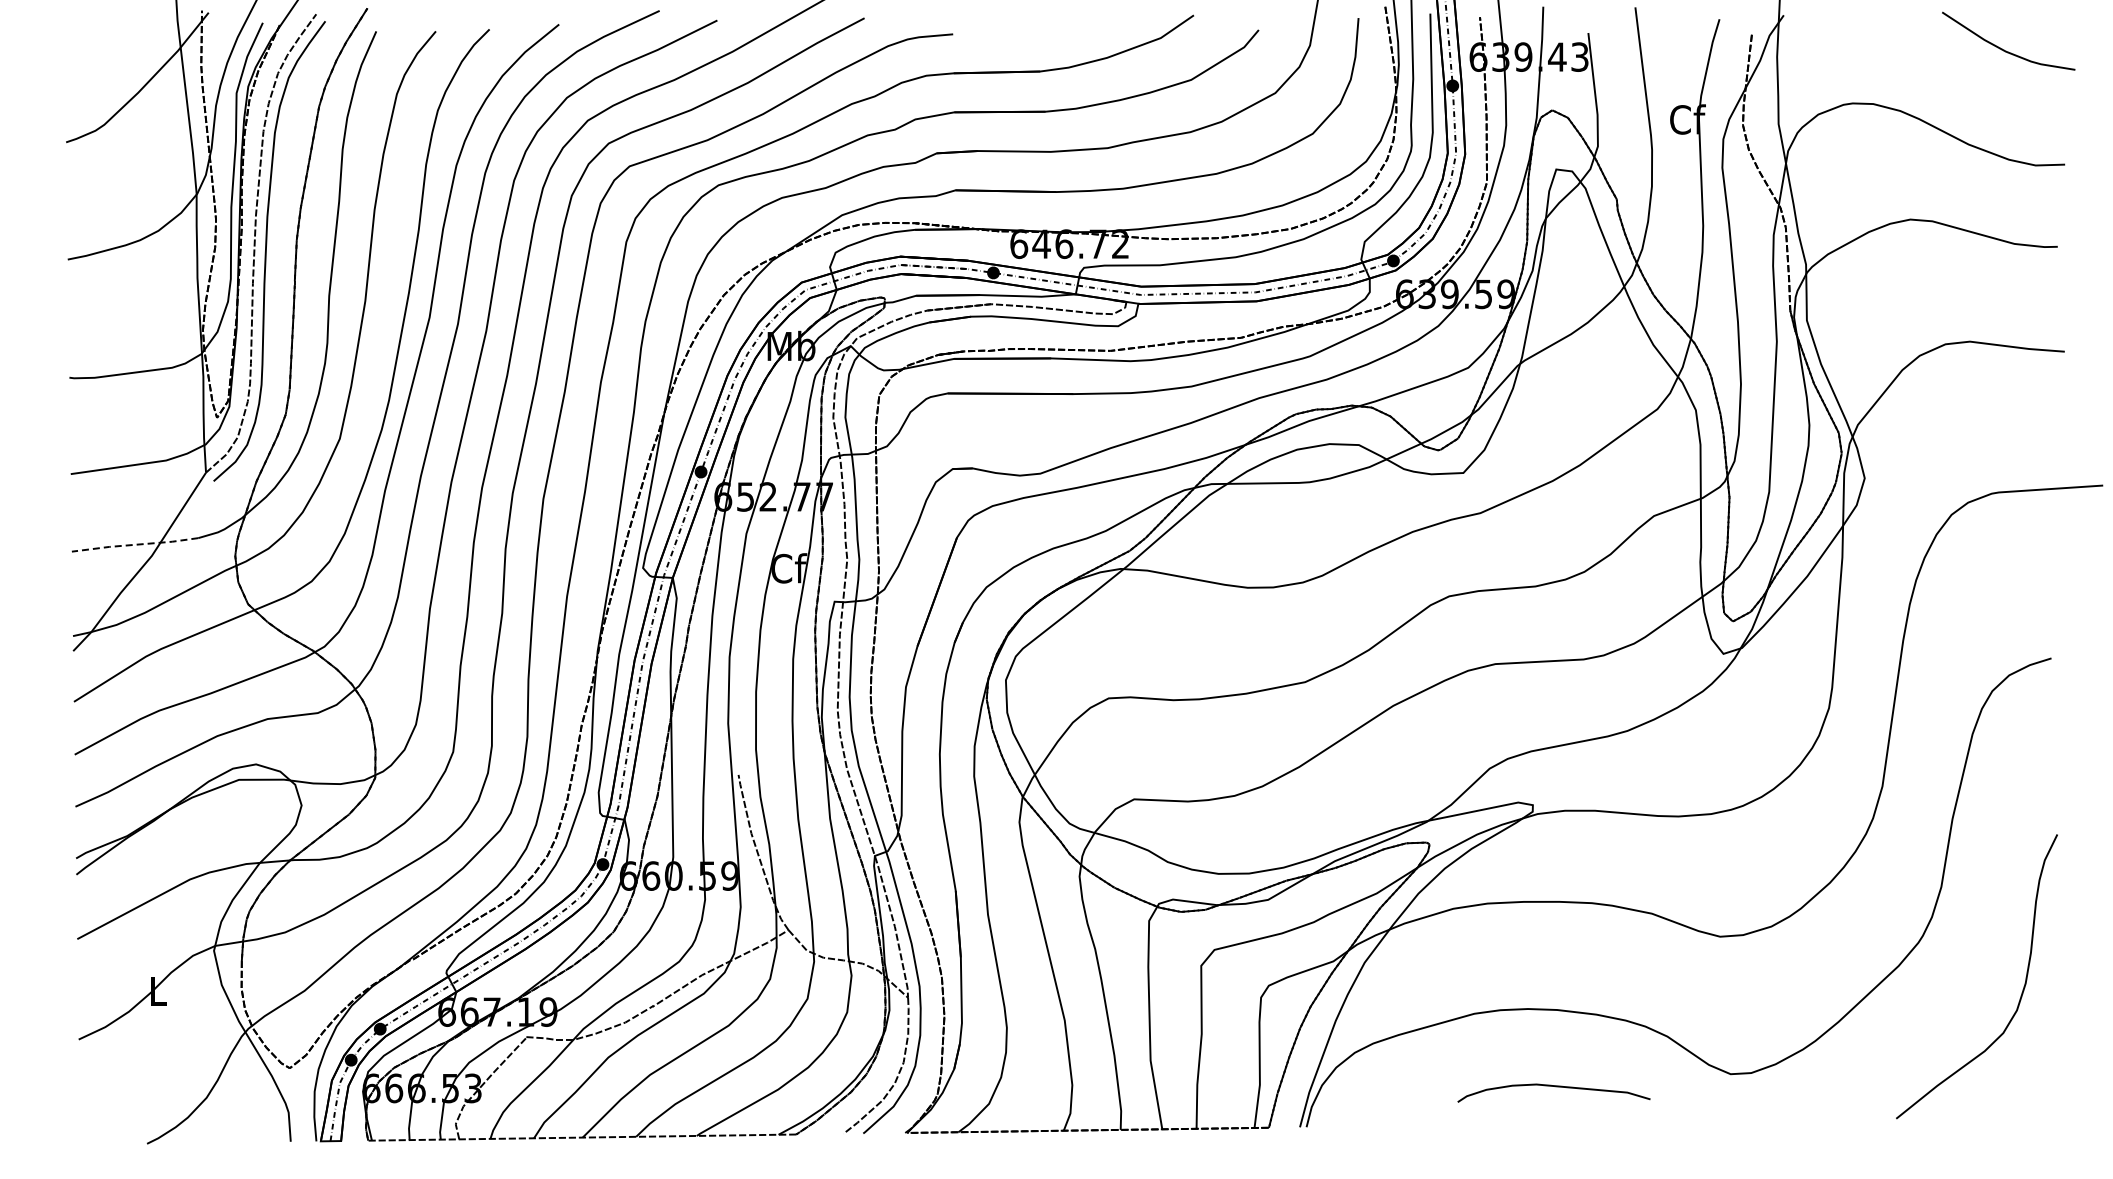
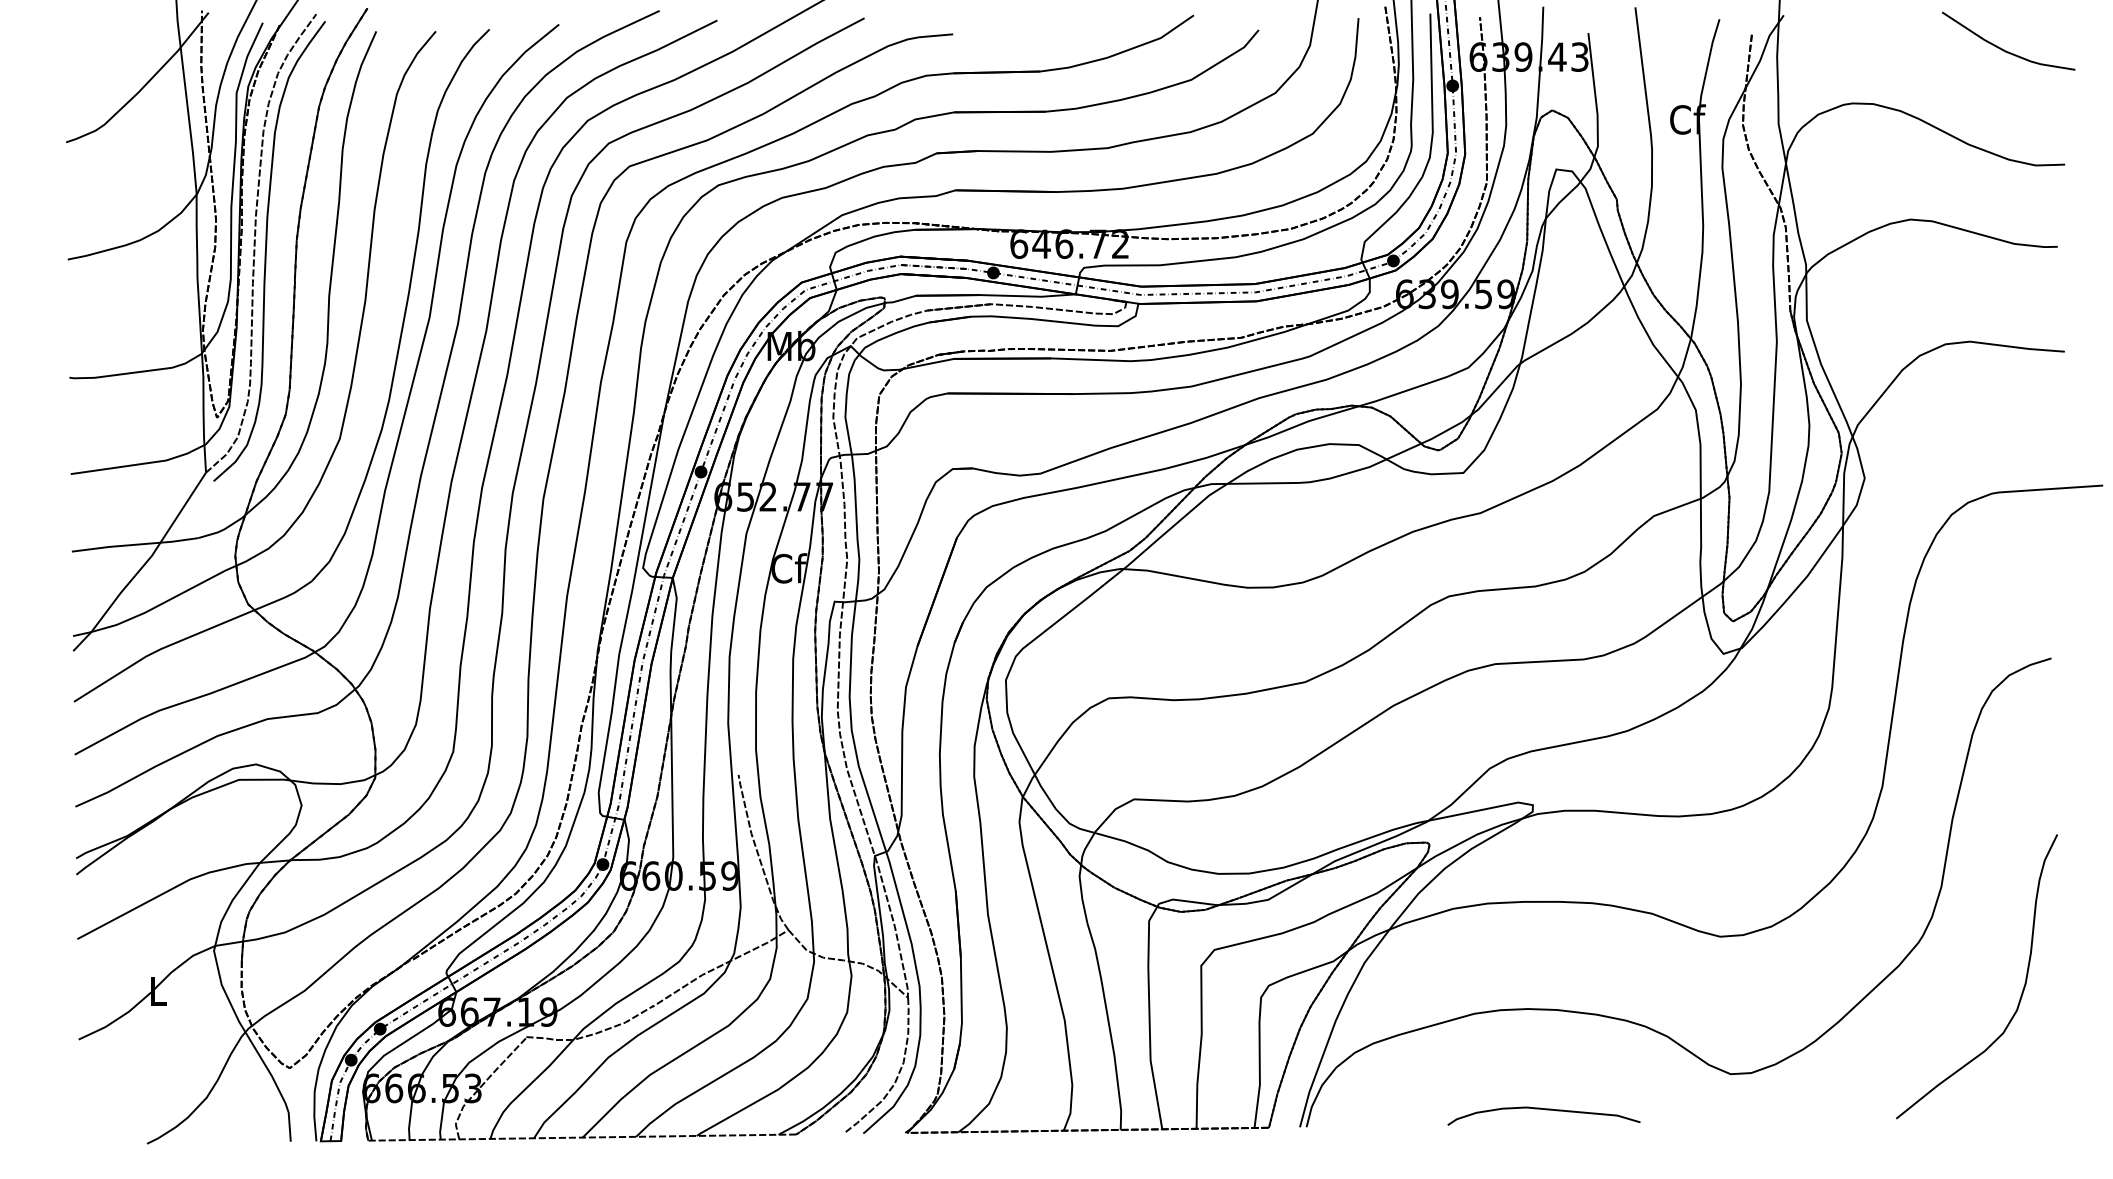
line at (134, 544): dashed -> solid
curve at (1555, 1087) position: (1555, 1087) -> (1545, 1110)
